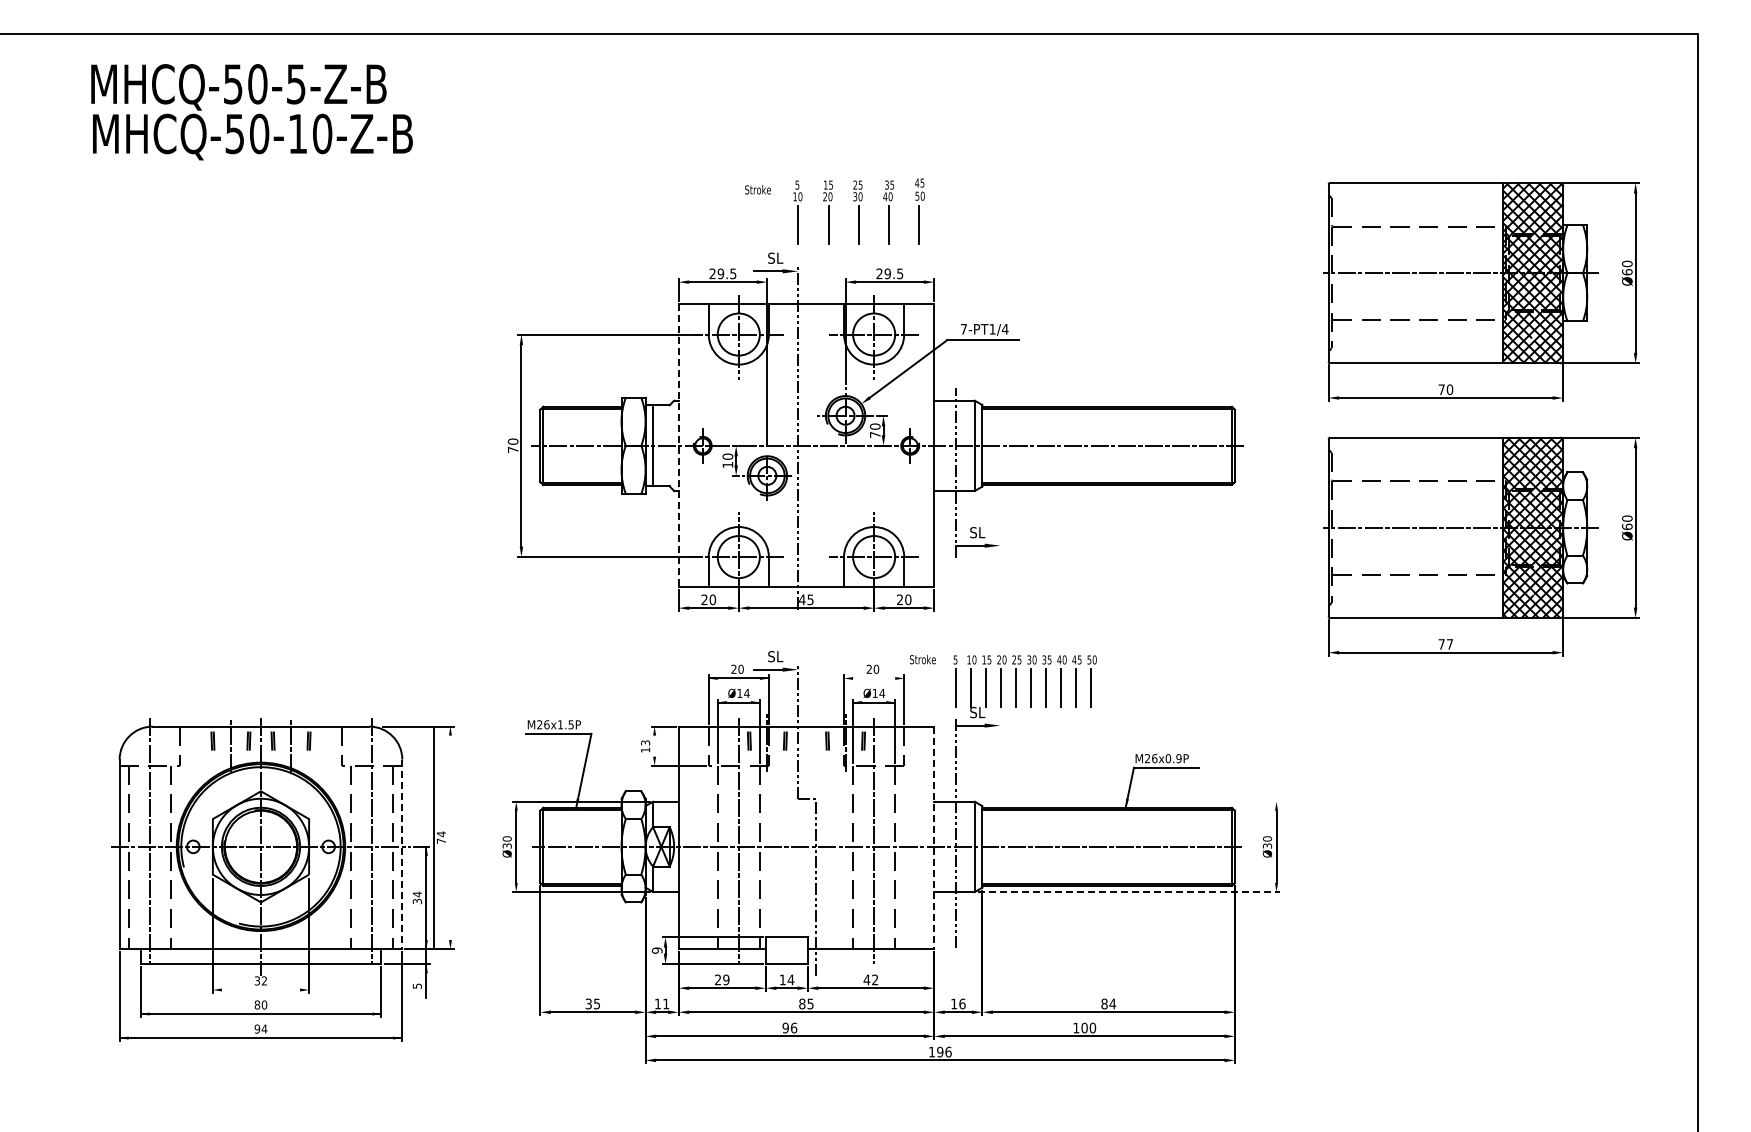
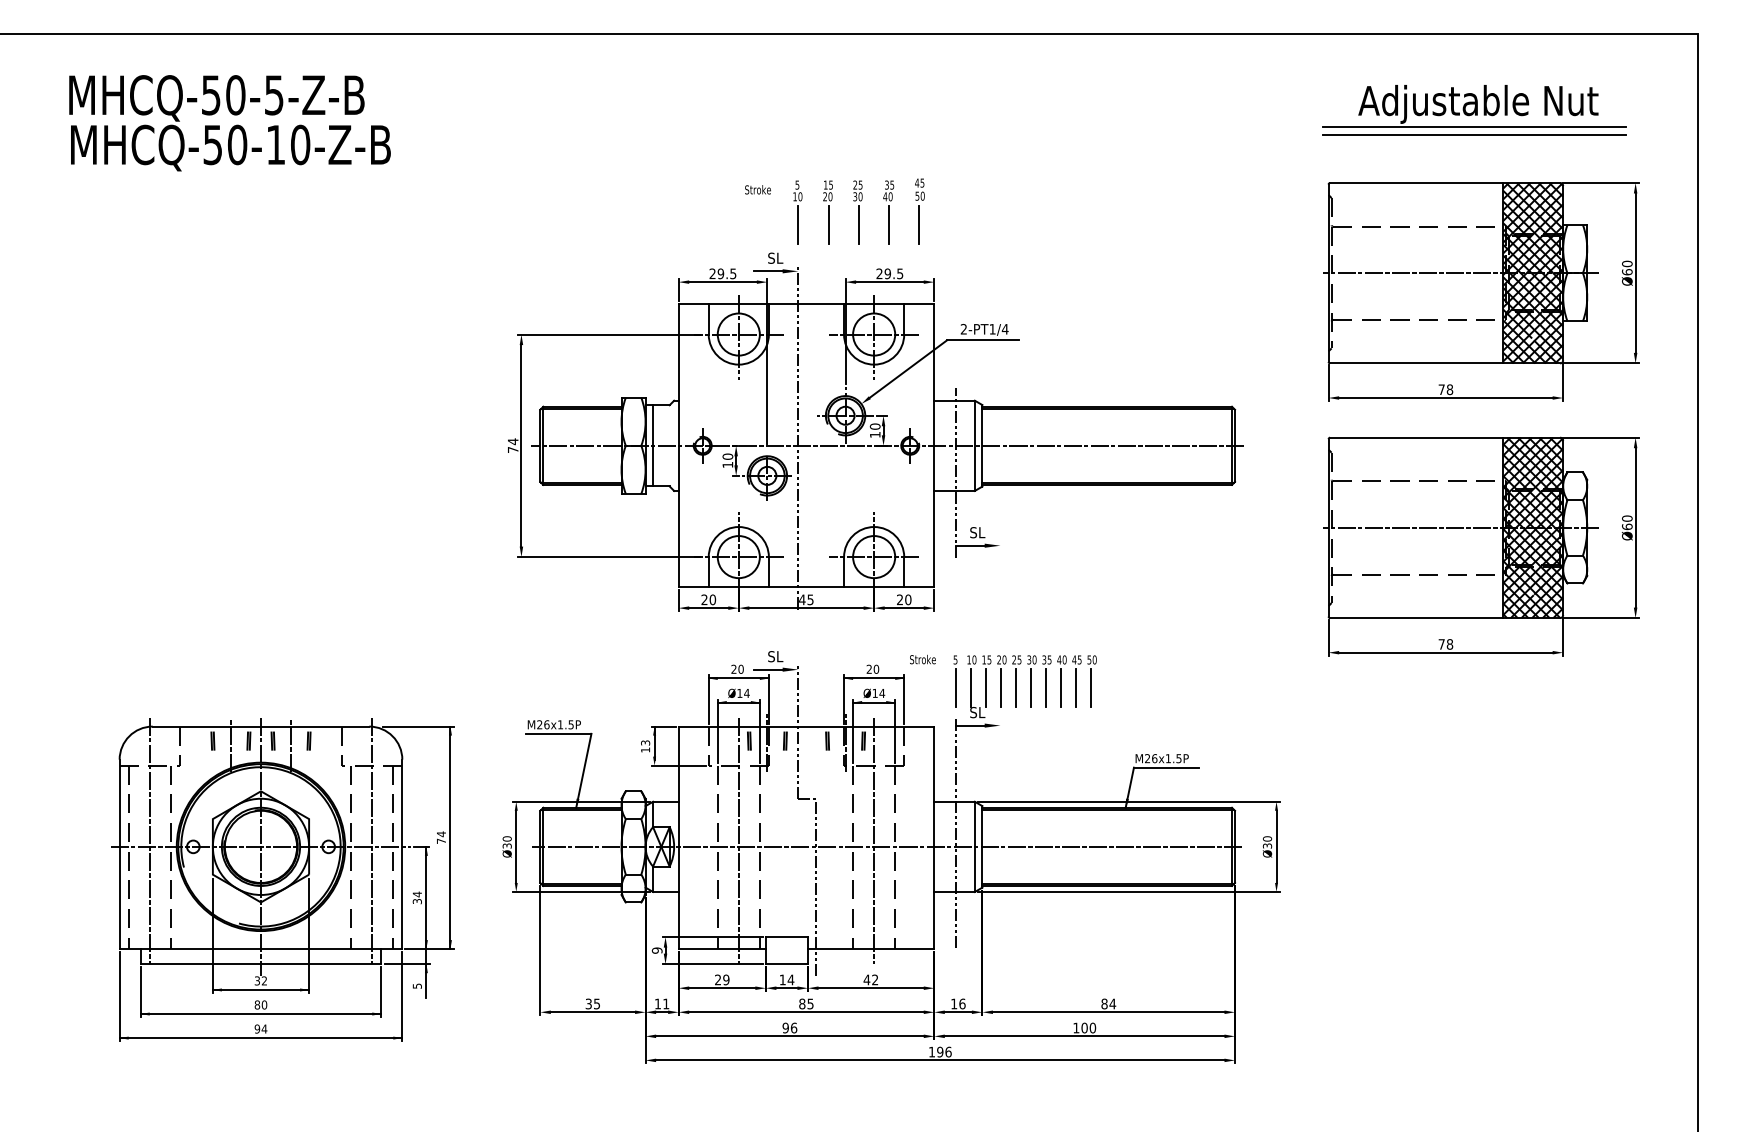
part at (1474, 110): none -> present
text at (251, 112) position: (251, 112) -> (229, 123)
text at (963, 328): 7-PT1/4 -> 2-PT1/4
text at (1449, 389): 70 -> 78
text at (875, 434): 70 -> 10
text at (512, 441): 70 -> 74
line at (678, 446): dashed -> solid
text at (1449, 644): 77 -> 78
line at (874, 678): none -> present
line at (654, 742): none -> present
text at (1173, 758): M26x0.9P -> M26x1.5P
line at (1128, 801): none -> present
line at (434, 837) position: (434, 837) -> (450, 837)
line at (934, 838): dashed -> solid
line at (402, 854): dashed -> solid
line at (1128, 891): dashed -> solid
line at (260, 989): none -> present
